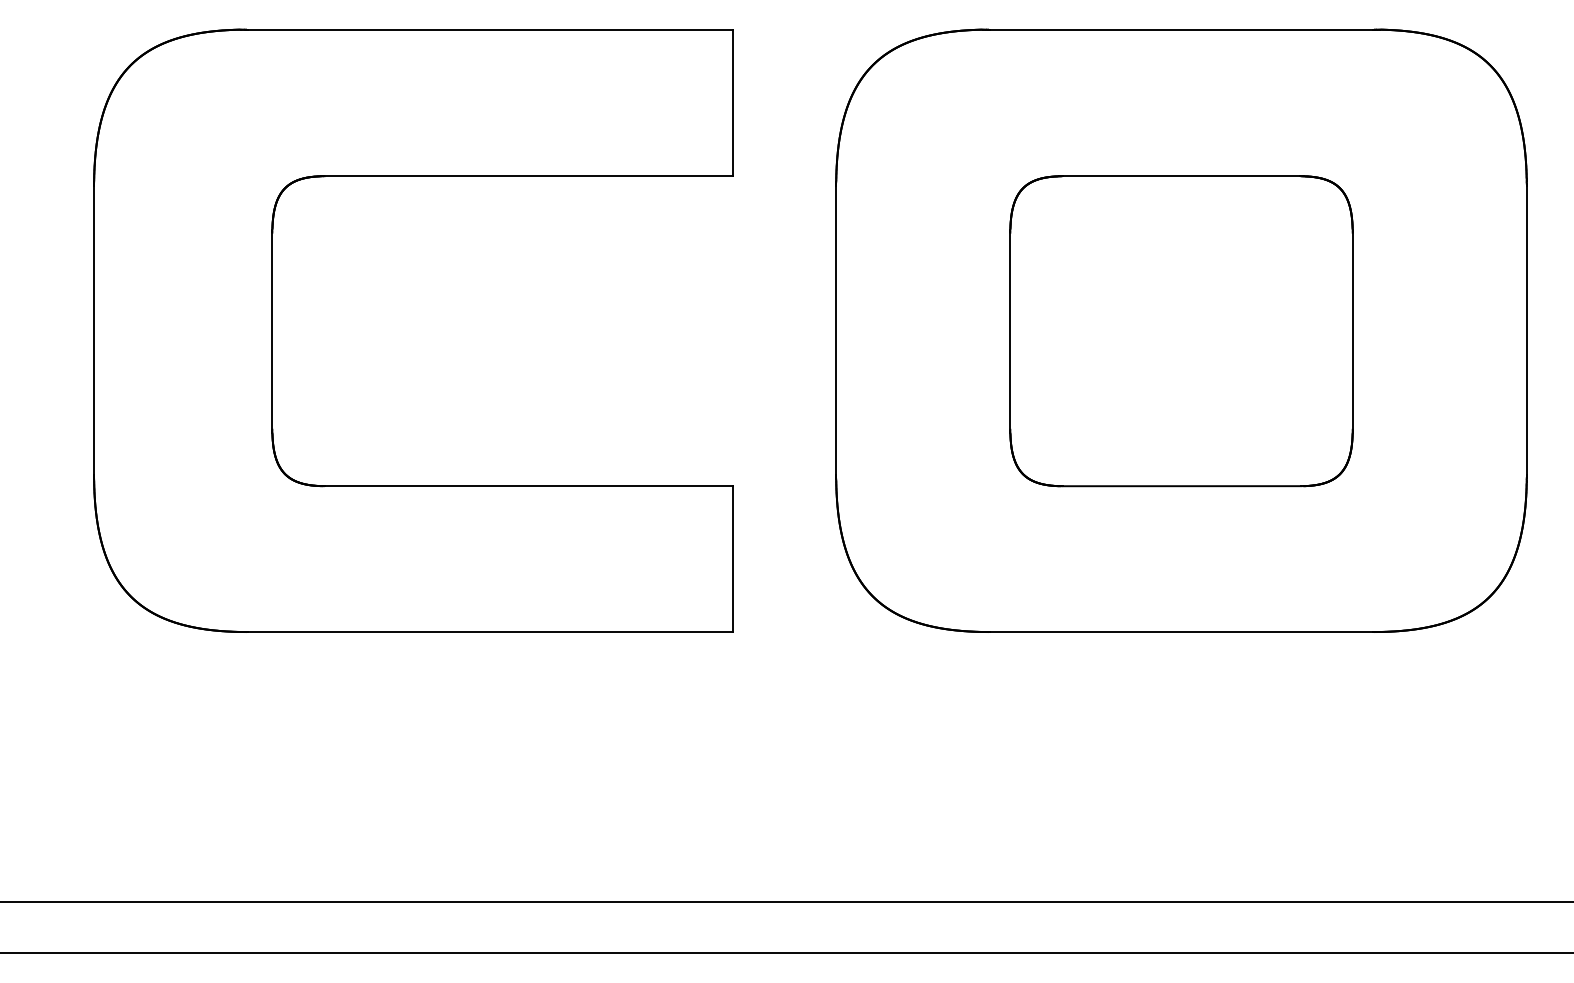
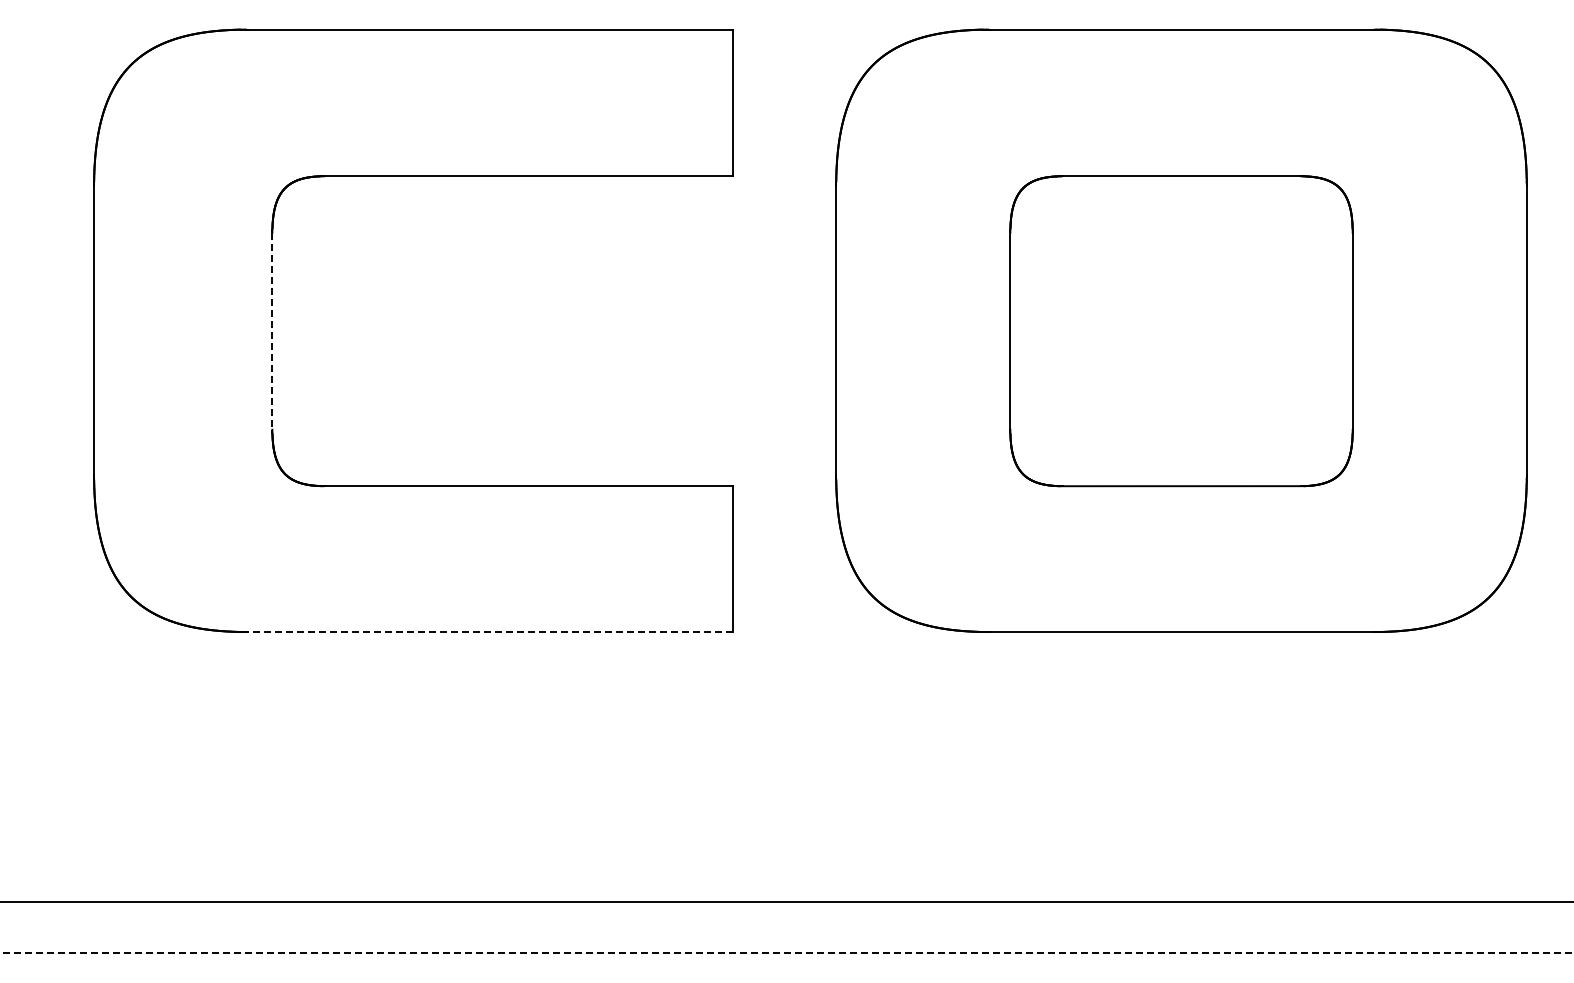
line at (272, 331): solid -> dashed
line at (490, 632): solid -> dashed
line at (787, 953): solid -> dashed
